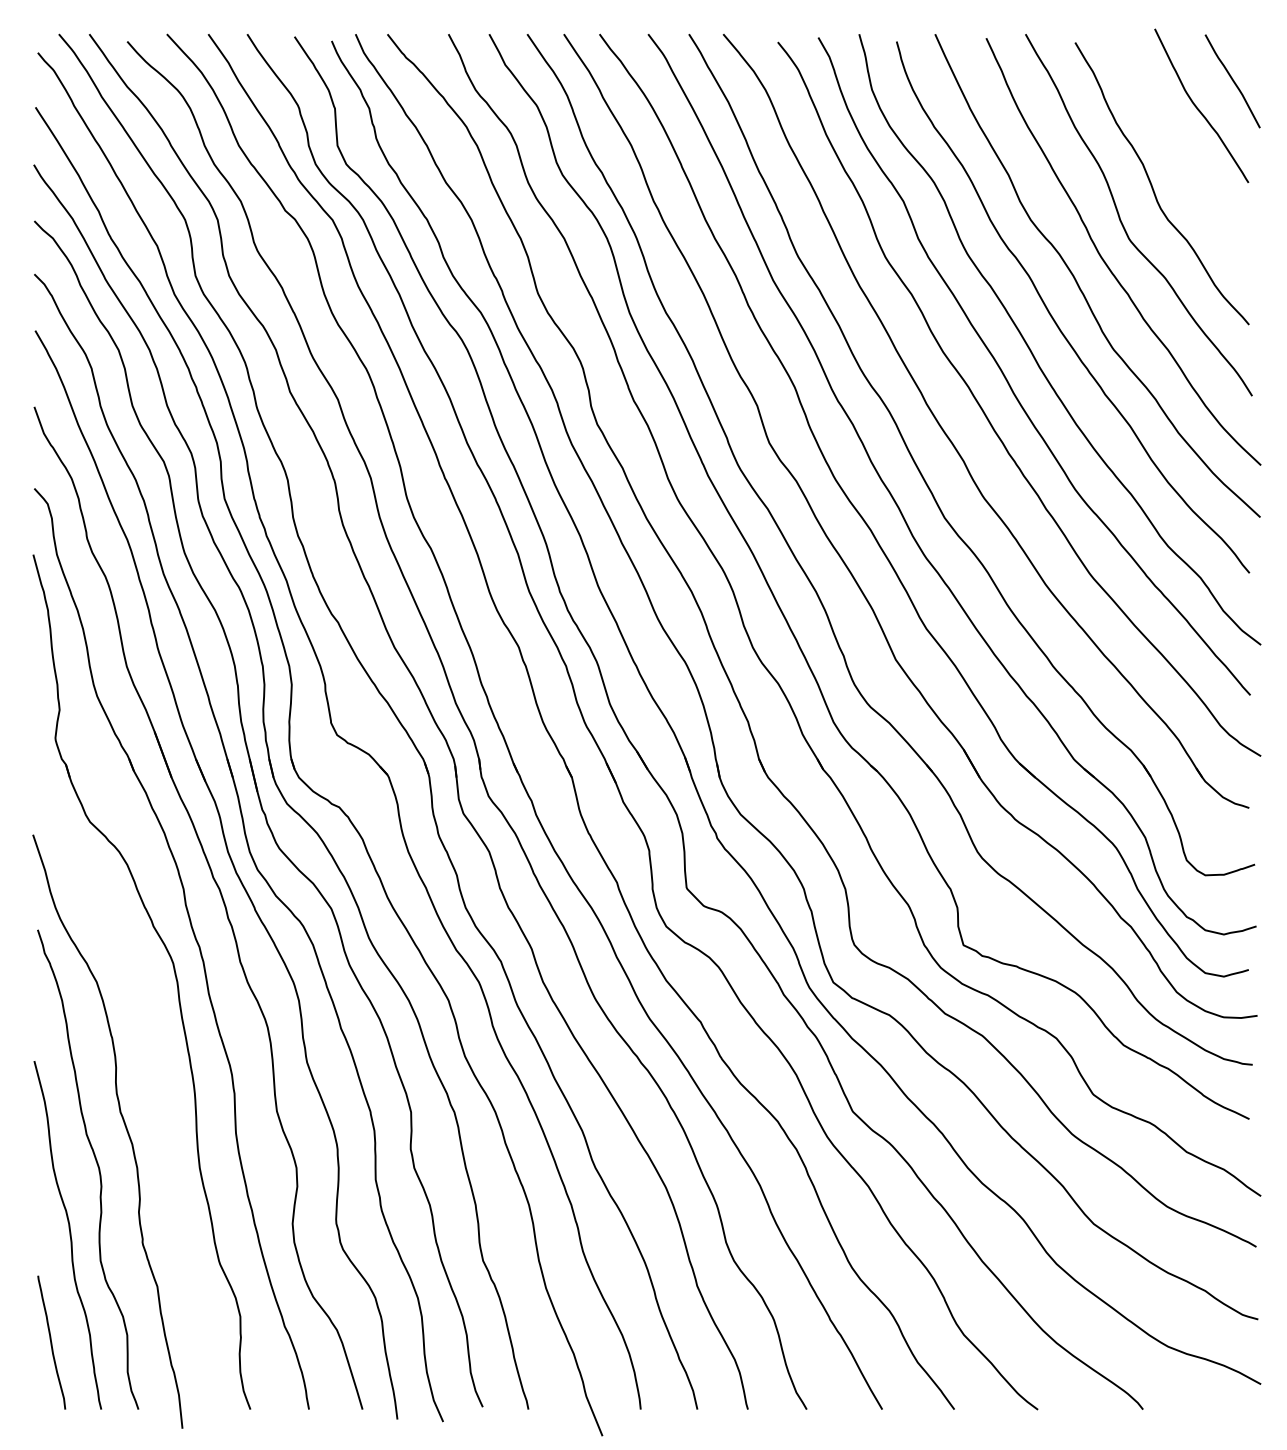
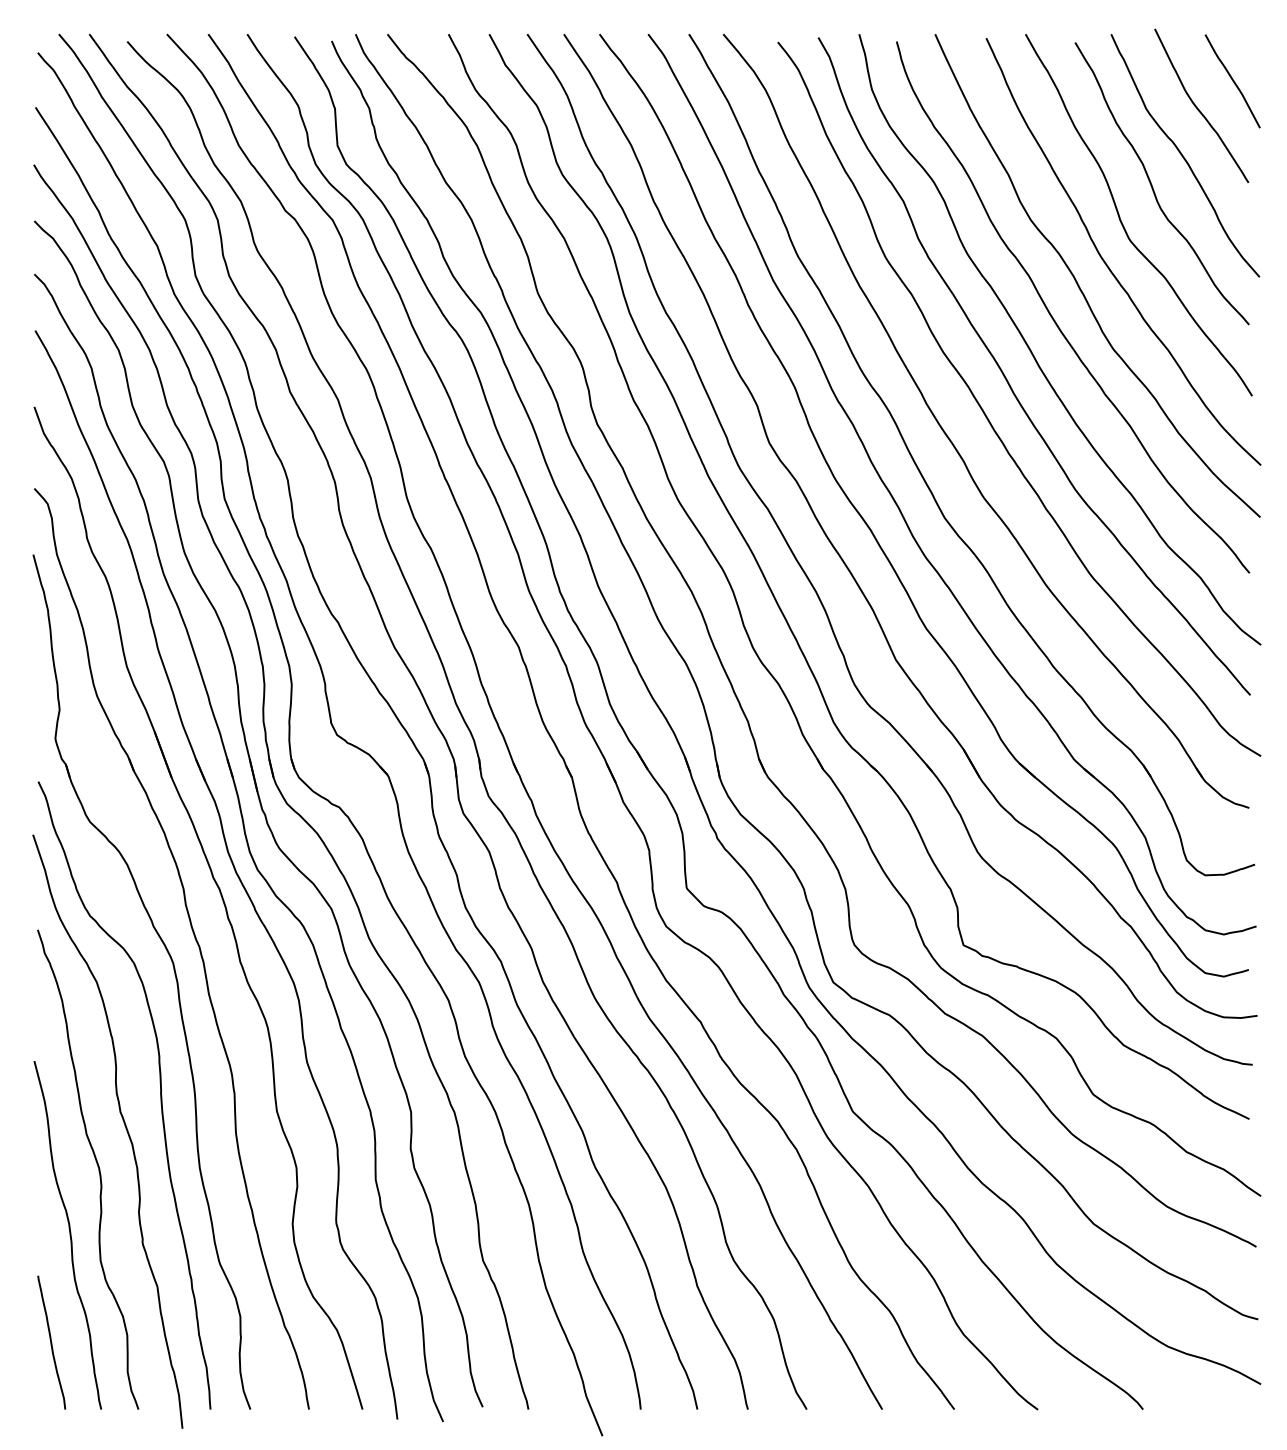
curve at (1184, 156): none -> present
curve at (160, 1095): none -> present
